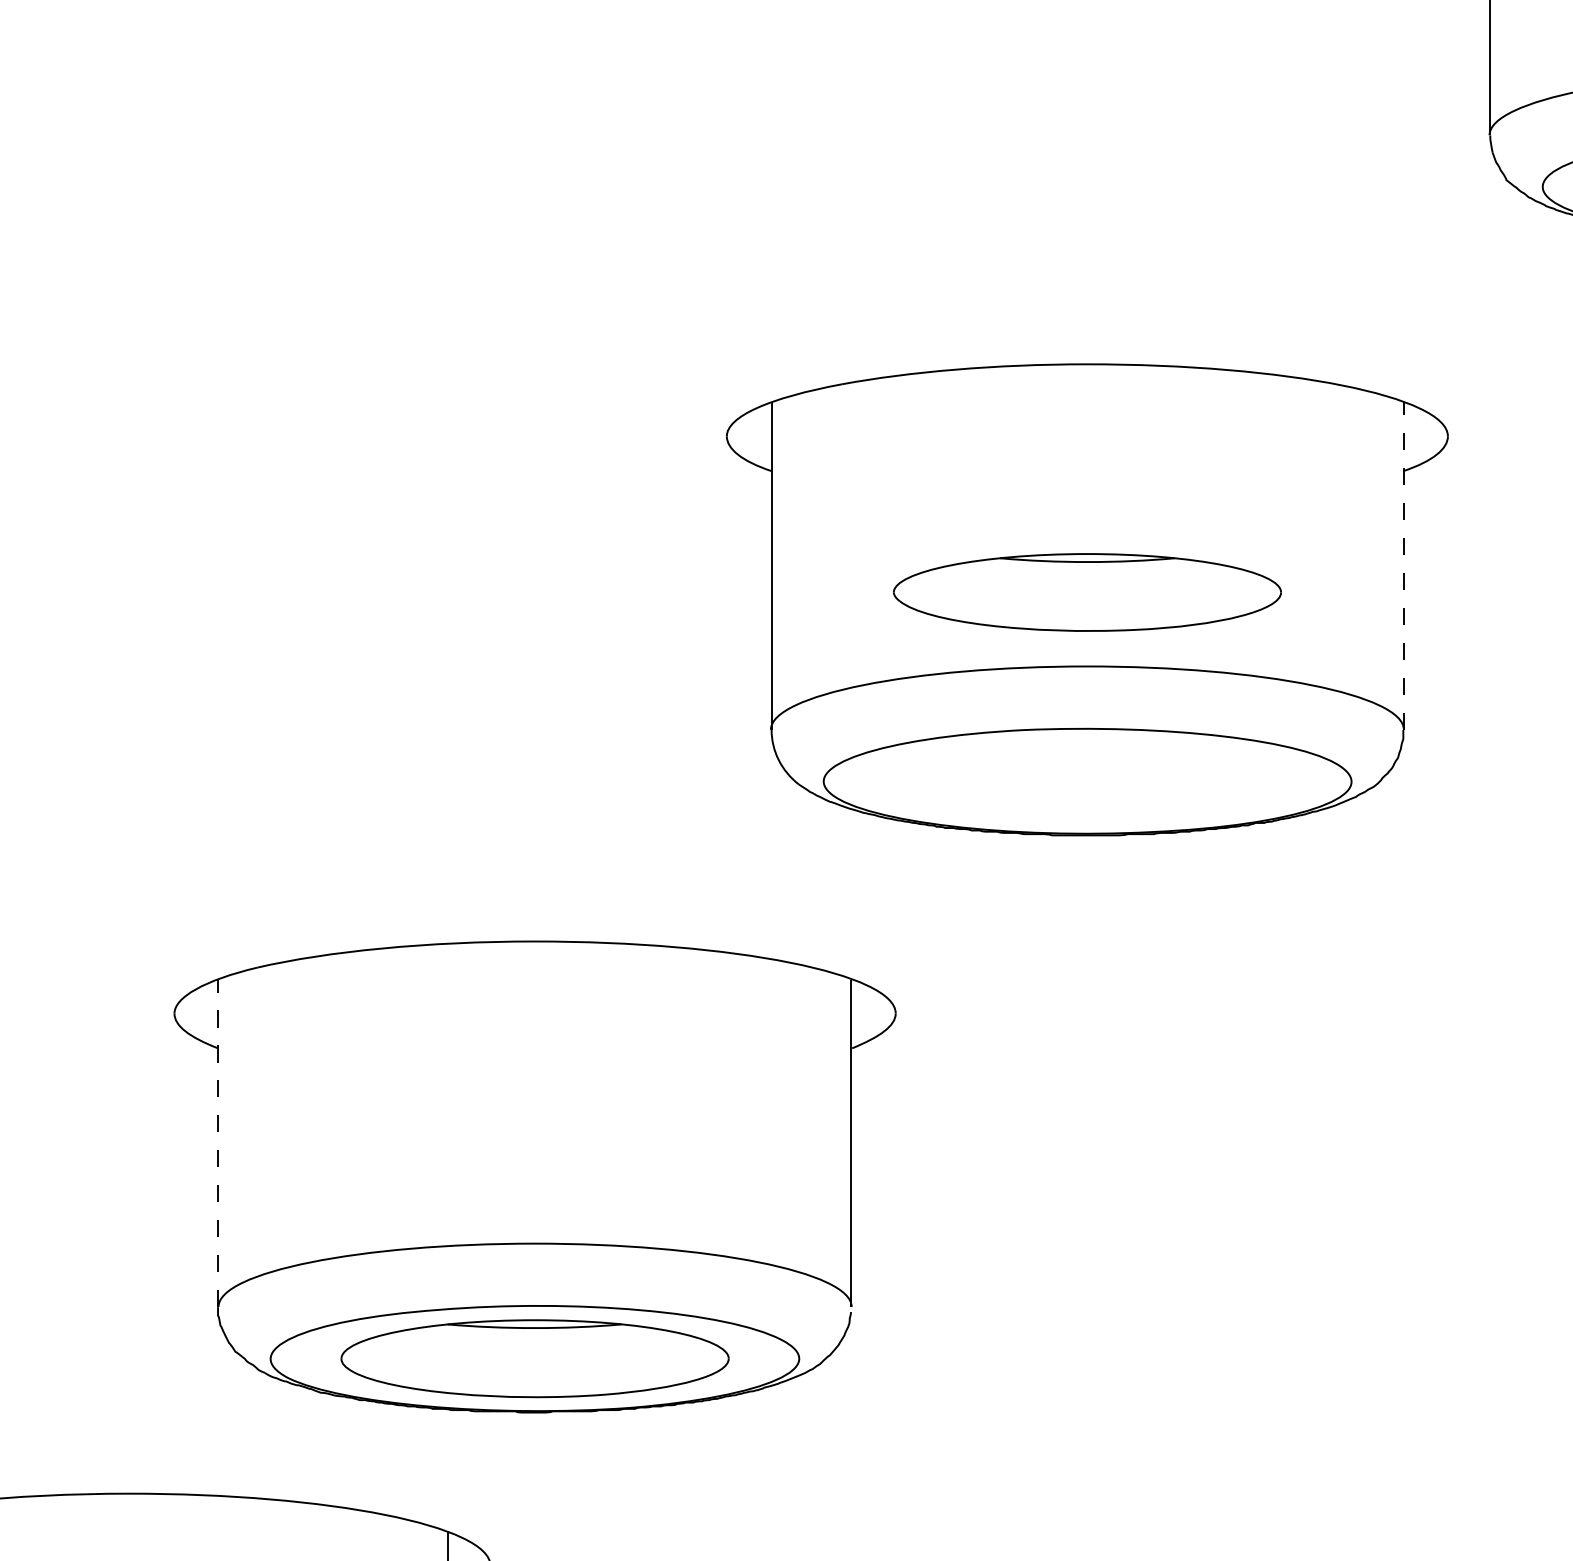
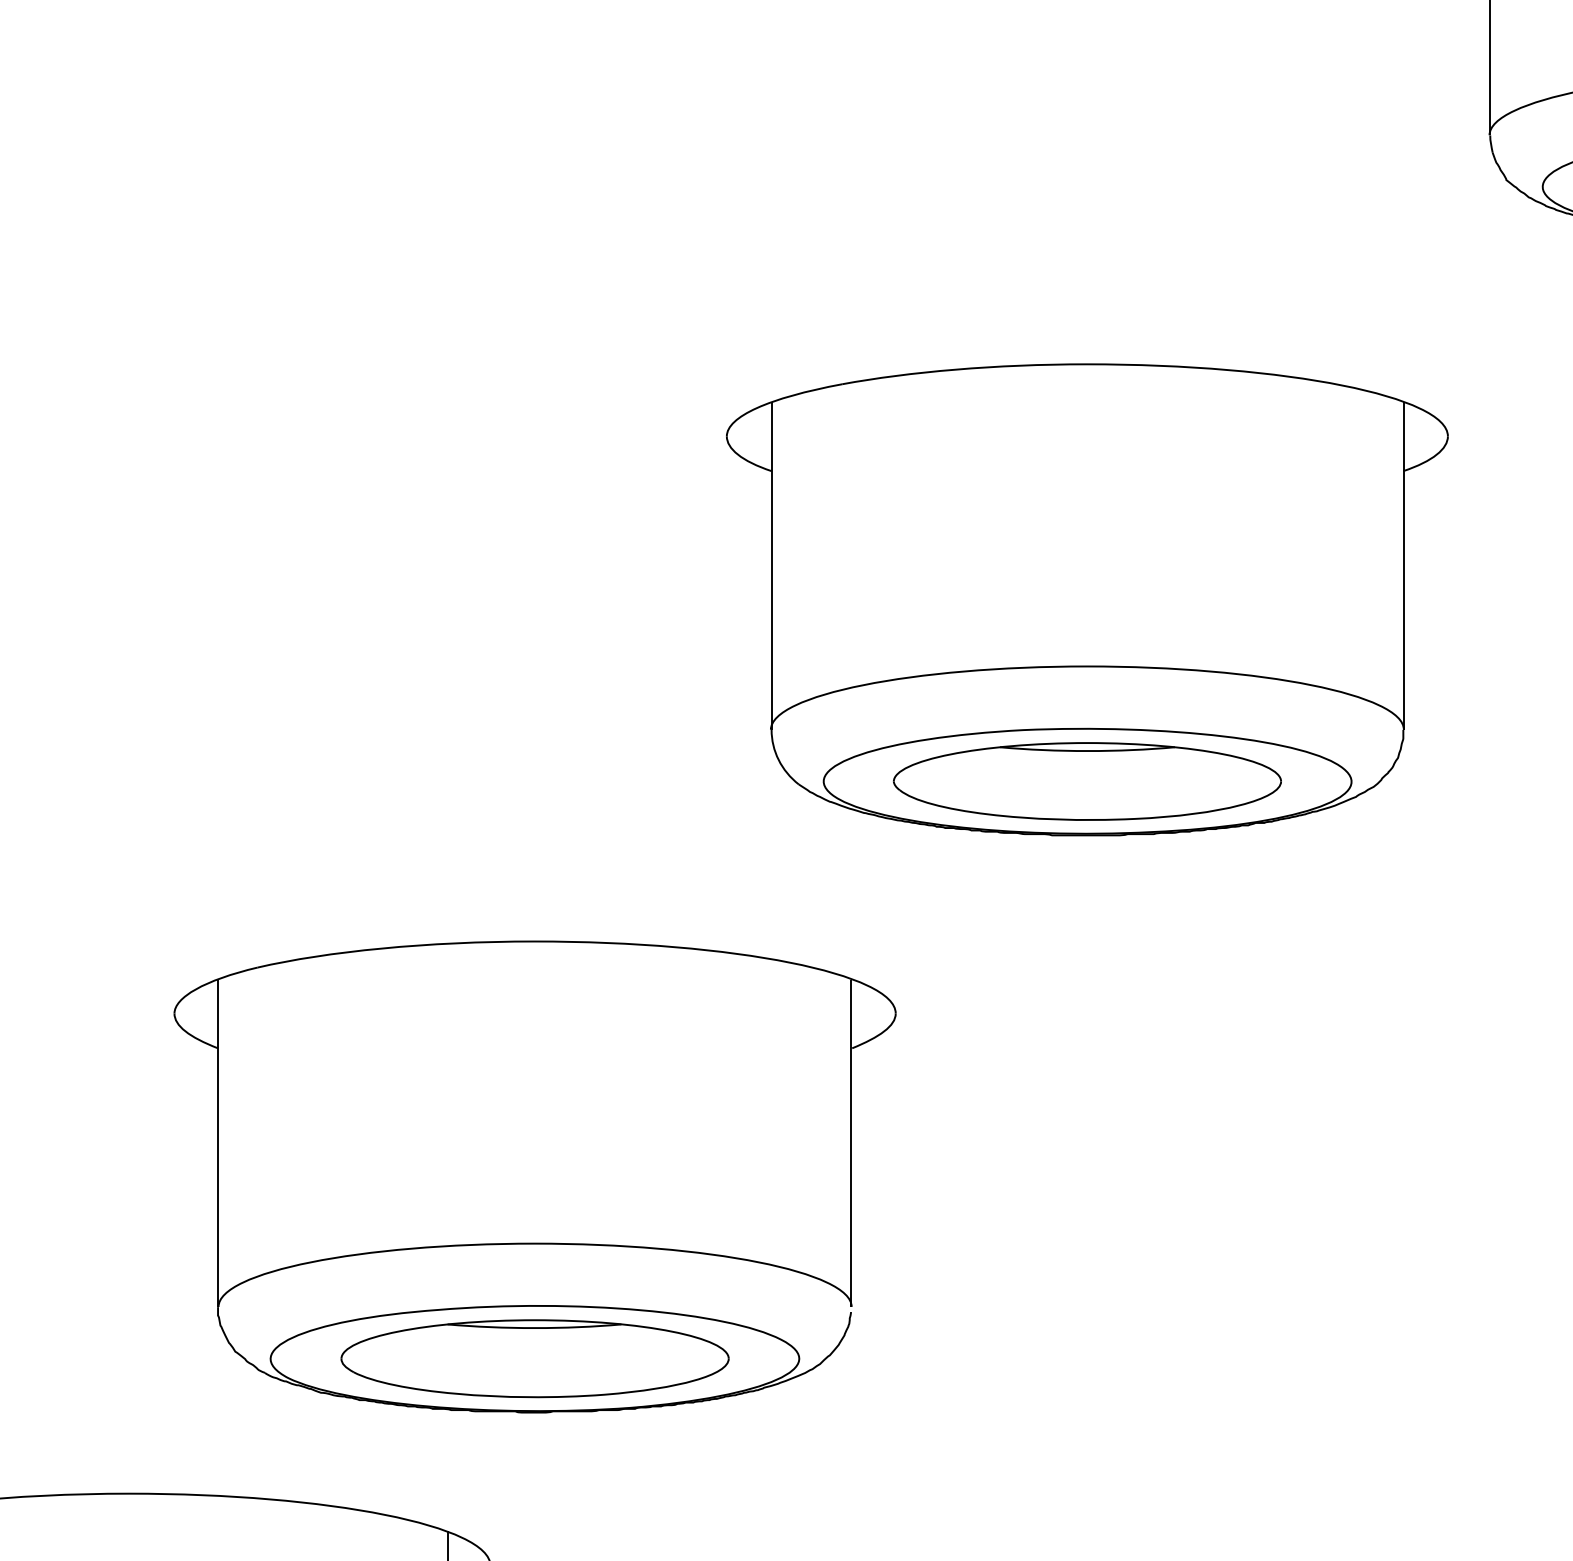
line at (1403, 566): dashed -> solid
part at (1087, 592) position: (1087, 592) -> (1087, 781)
line at (218, 1143): dashed -> solid
